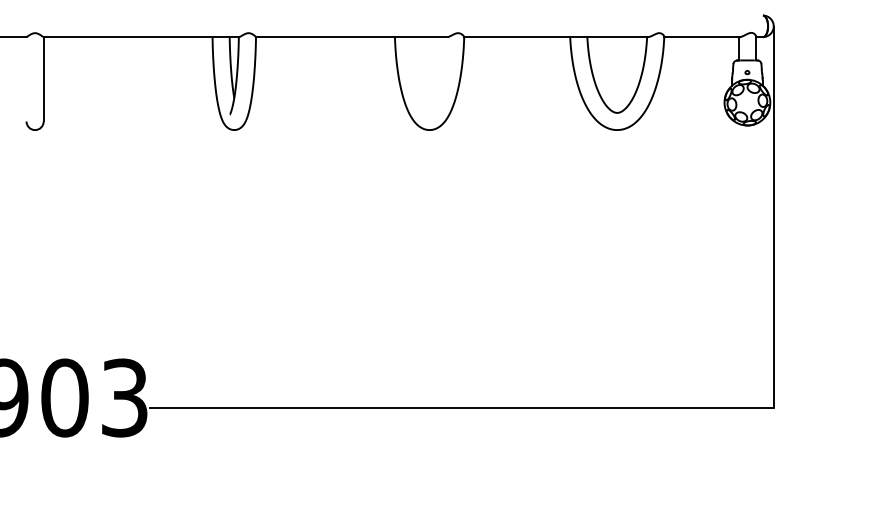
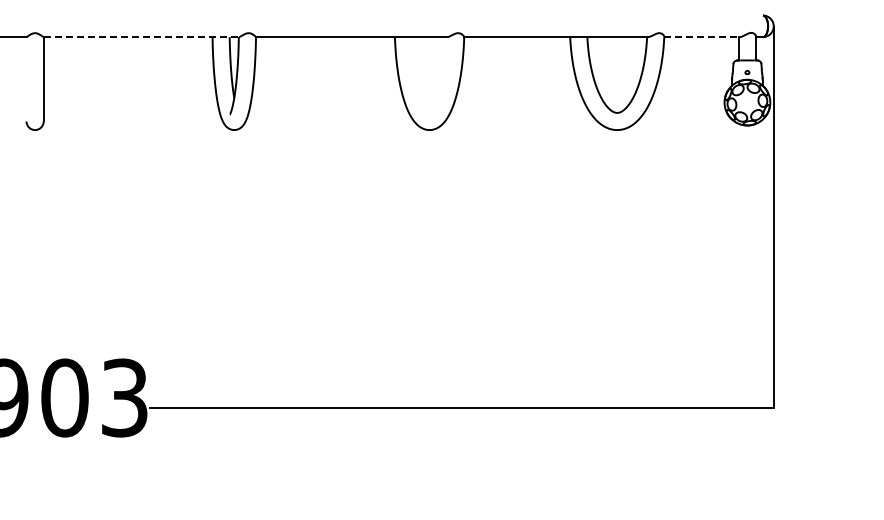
line at (141, 37): solid -> dashed
line at (702, 37): solid -> dashed
